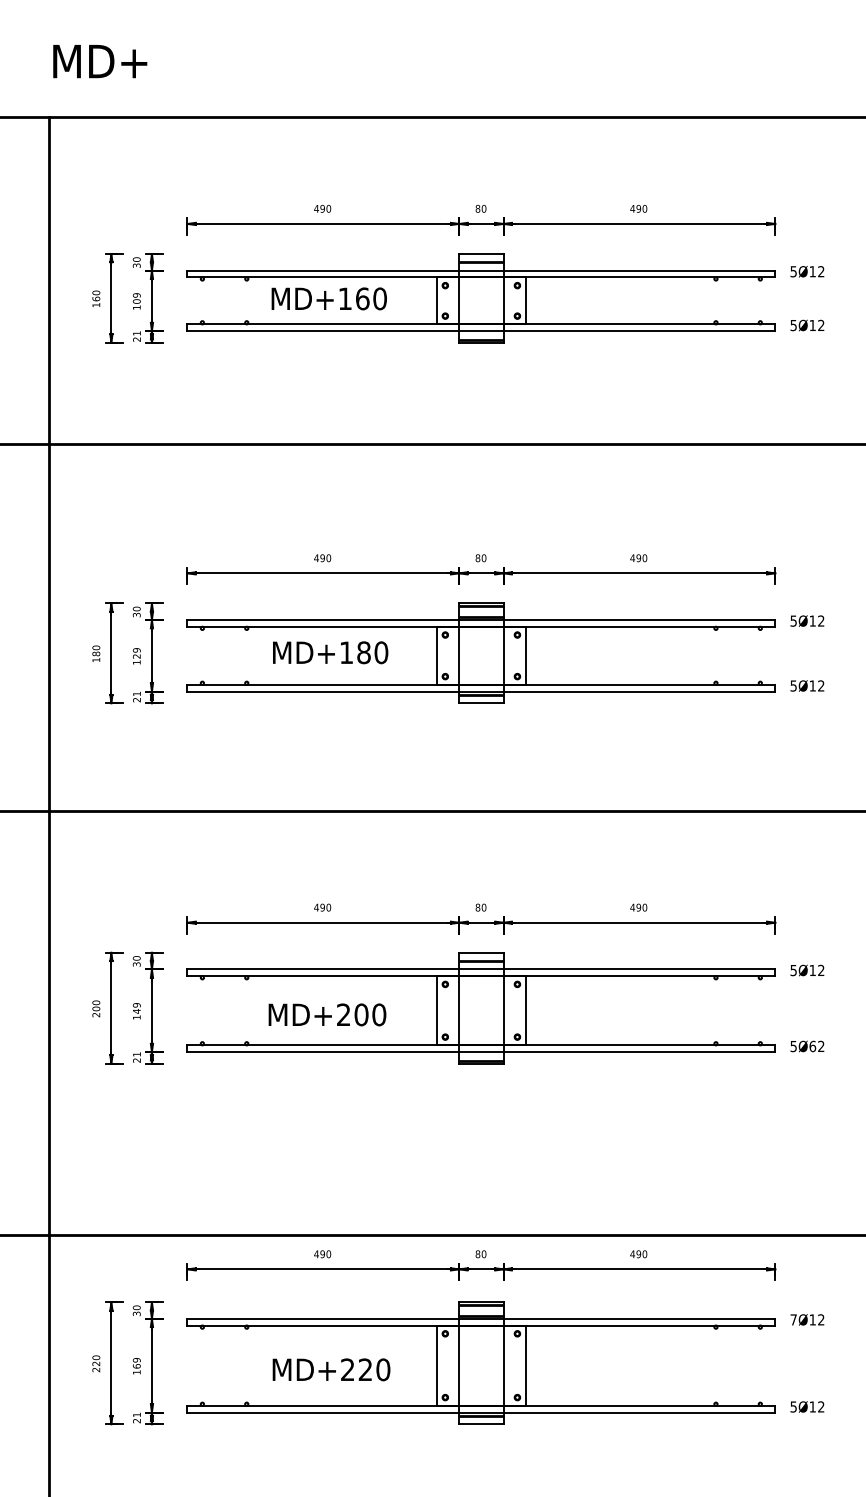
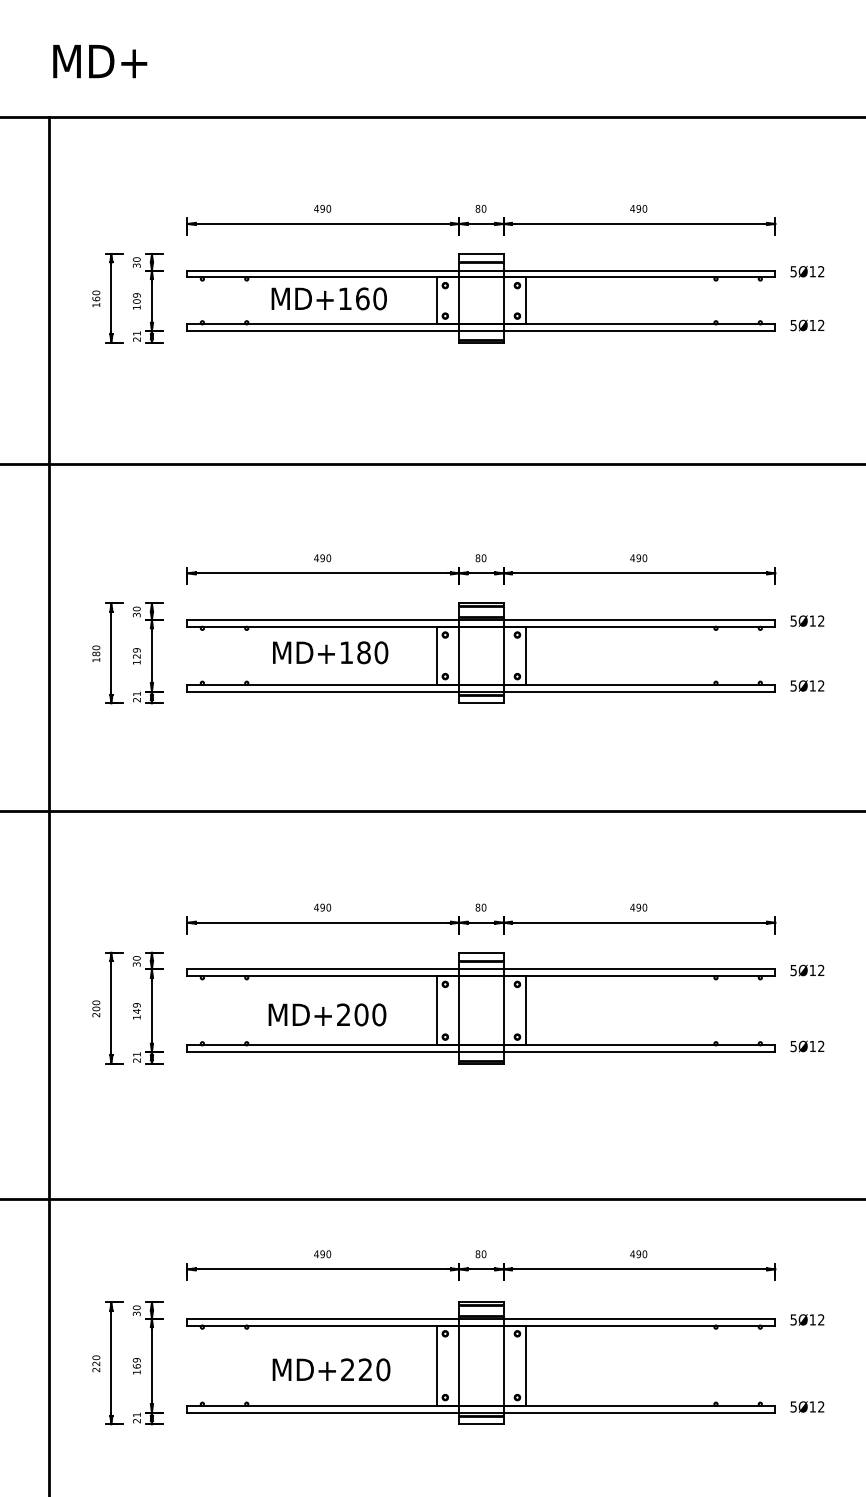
line at (432, 444) position: (432, 444) -> (432, 464)
text at (812, 1046): 5Ø62 -> 5Ø12
line at (432, 1234) position: (432, 1234) -> (432, 1198)
text at (793, 1319): 7Ø12 -> 5Ø12
